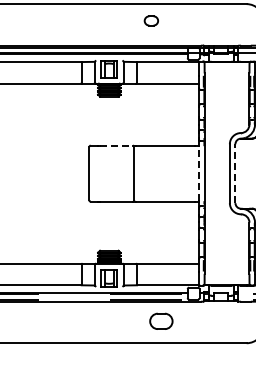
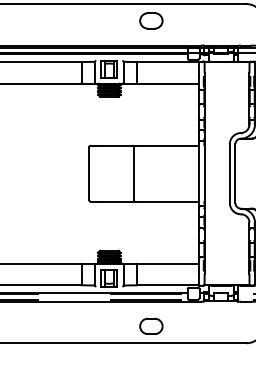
part at (150, 20) size: 16x12 px -> 25x18 px
line at (117, 145): dashed -> solid
line at (199, 173): dashed -> solid
line at (235, 173): dashed -> solid
part at (161, 320) position: (161, 320) -> (151, 325)
